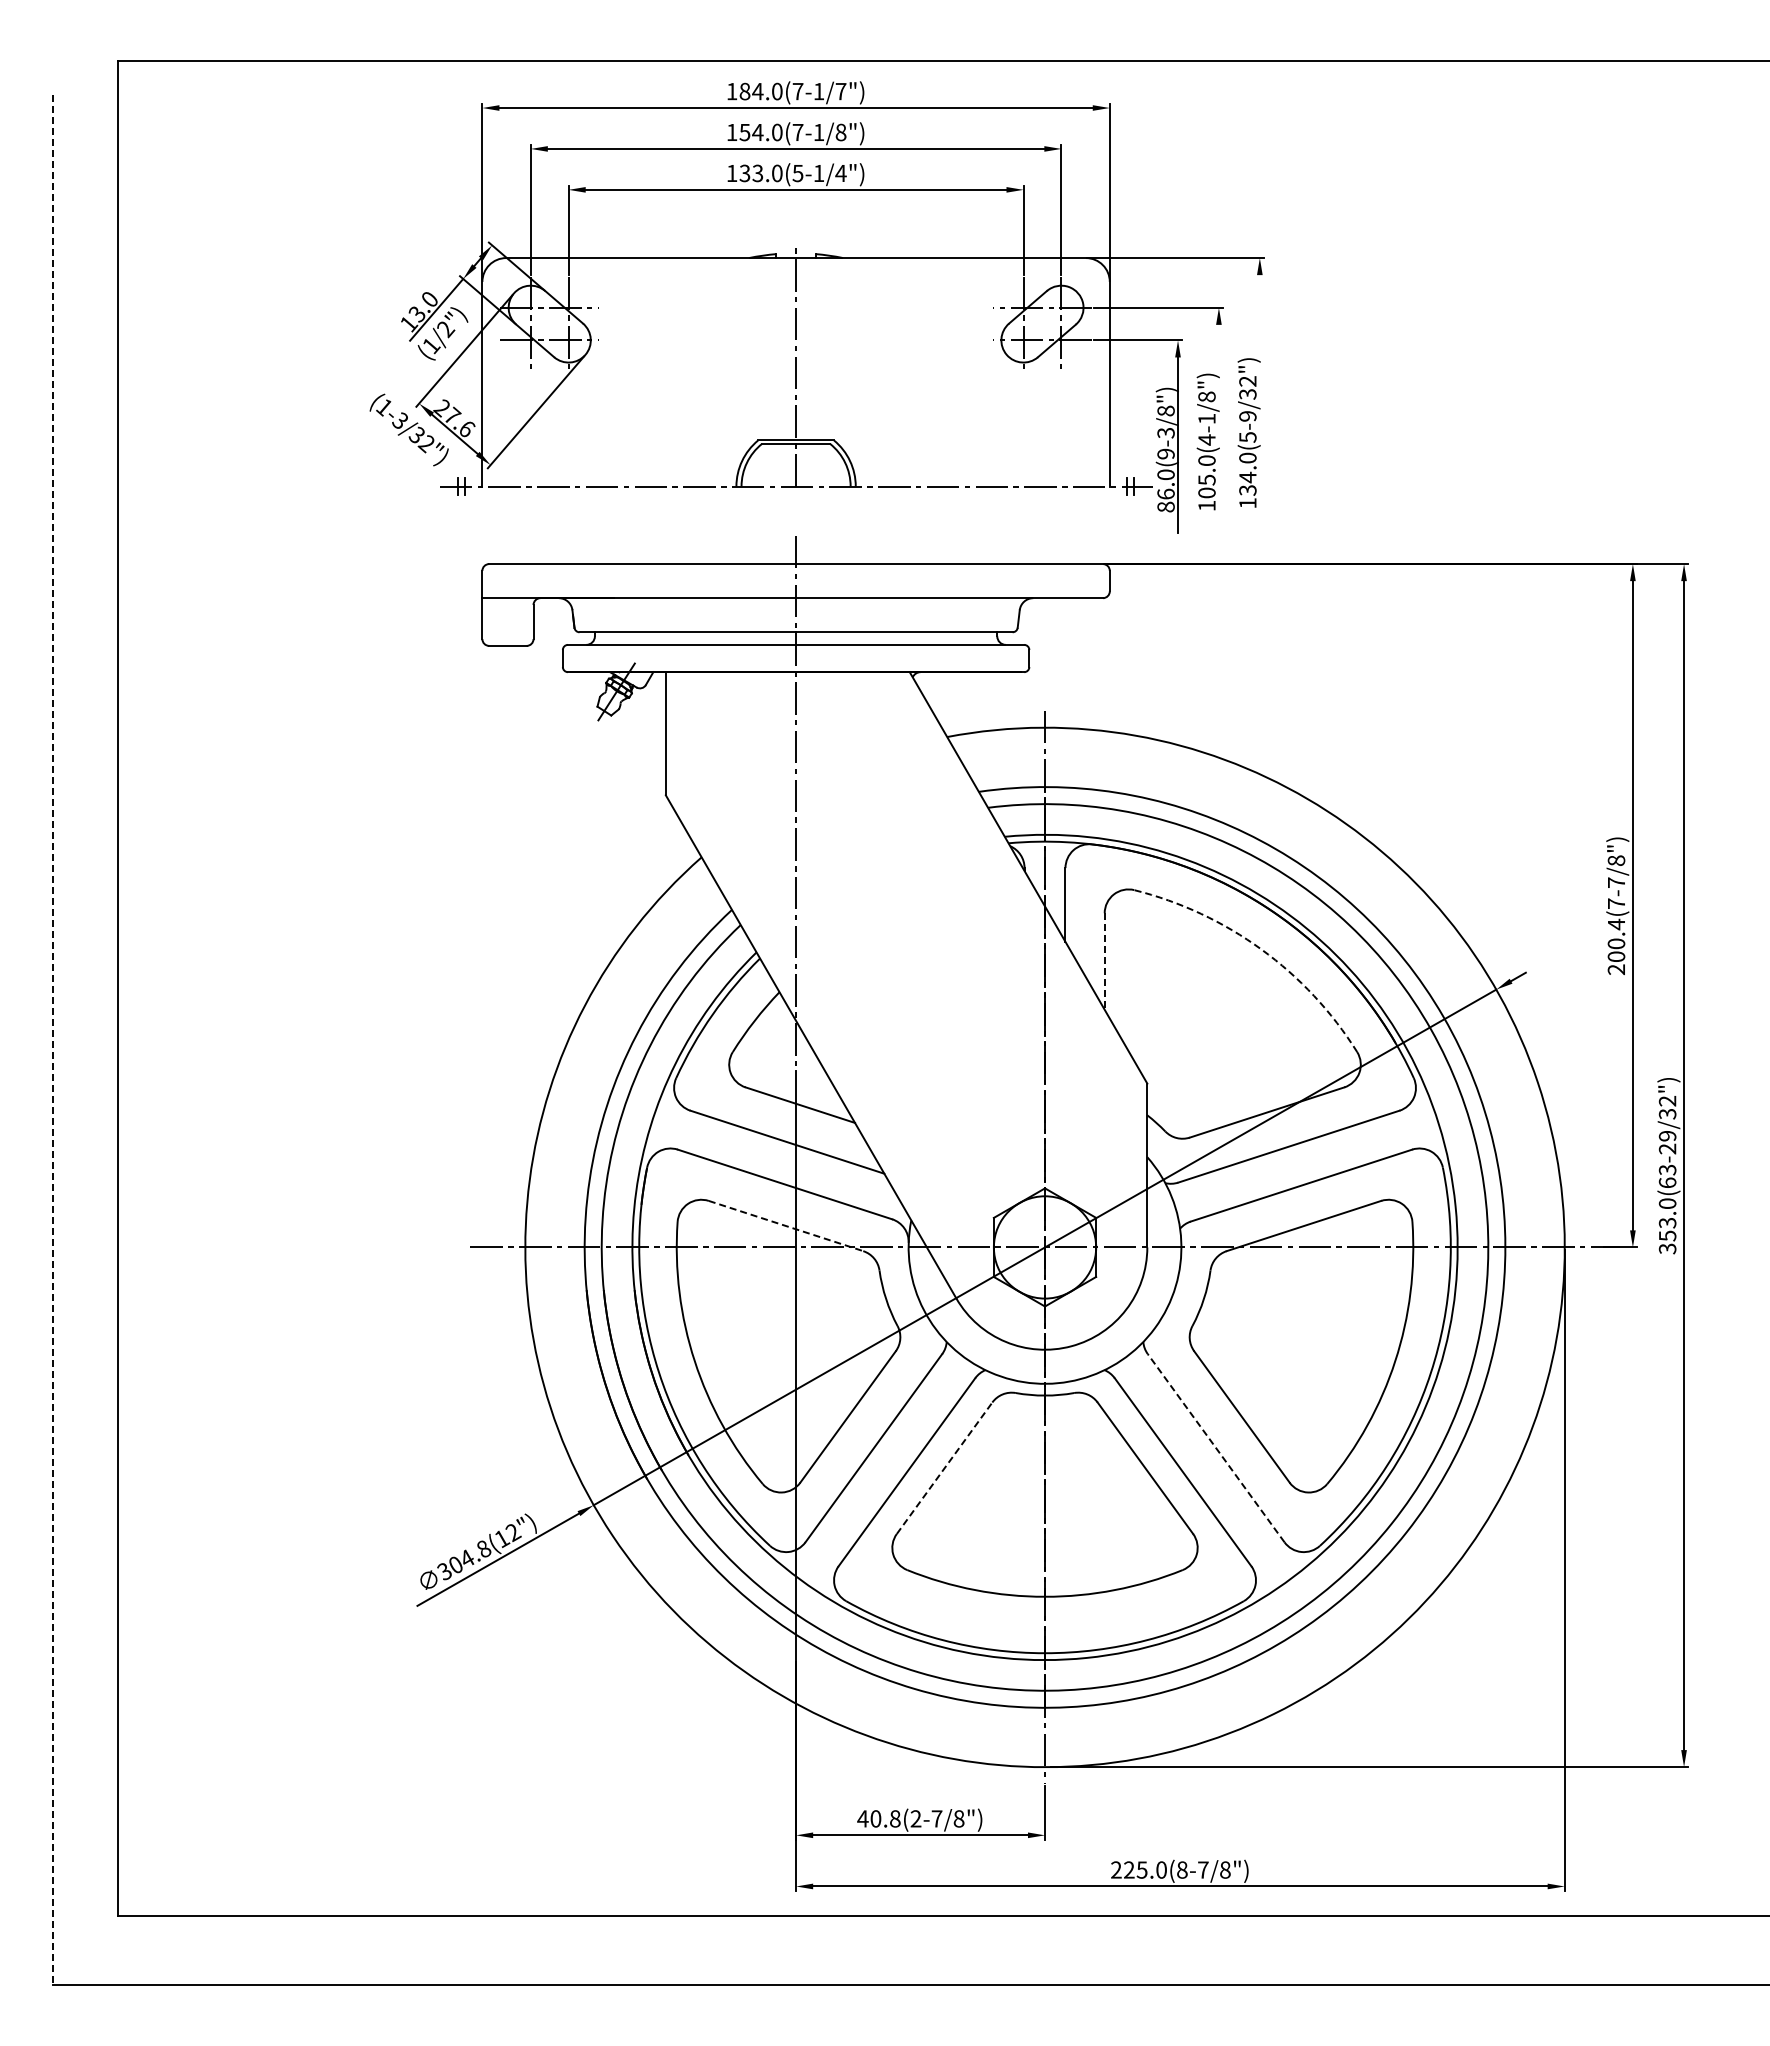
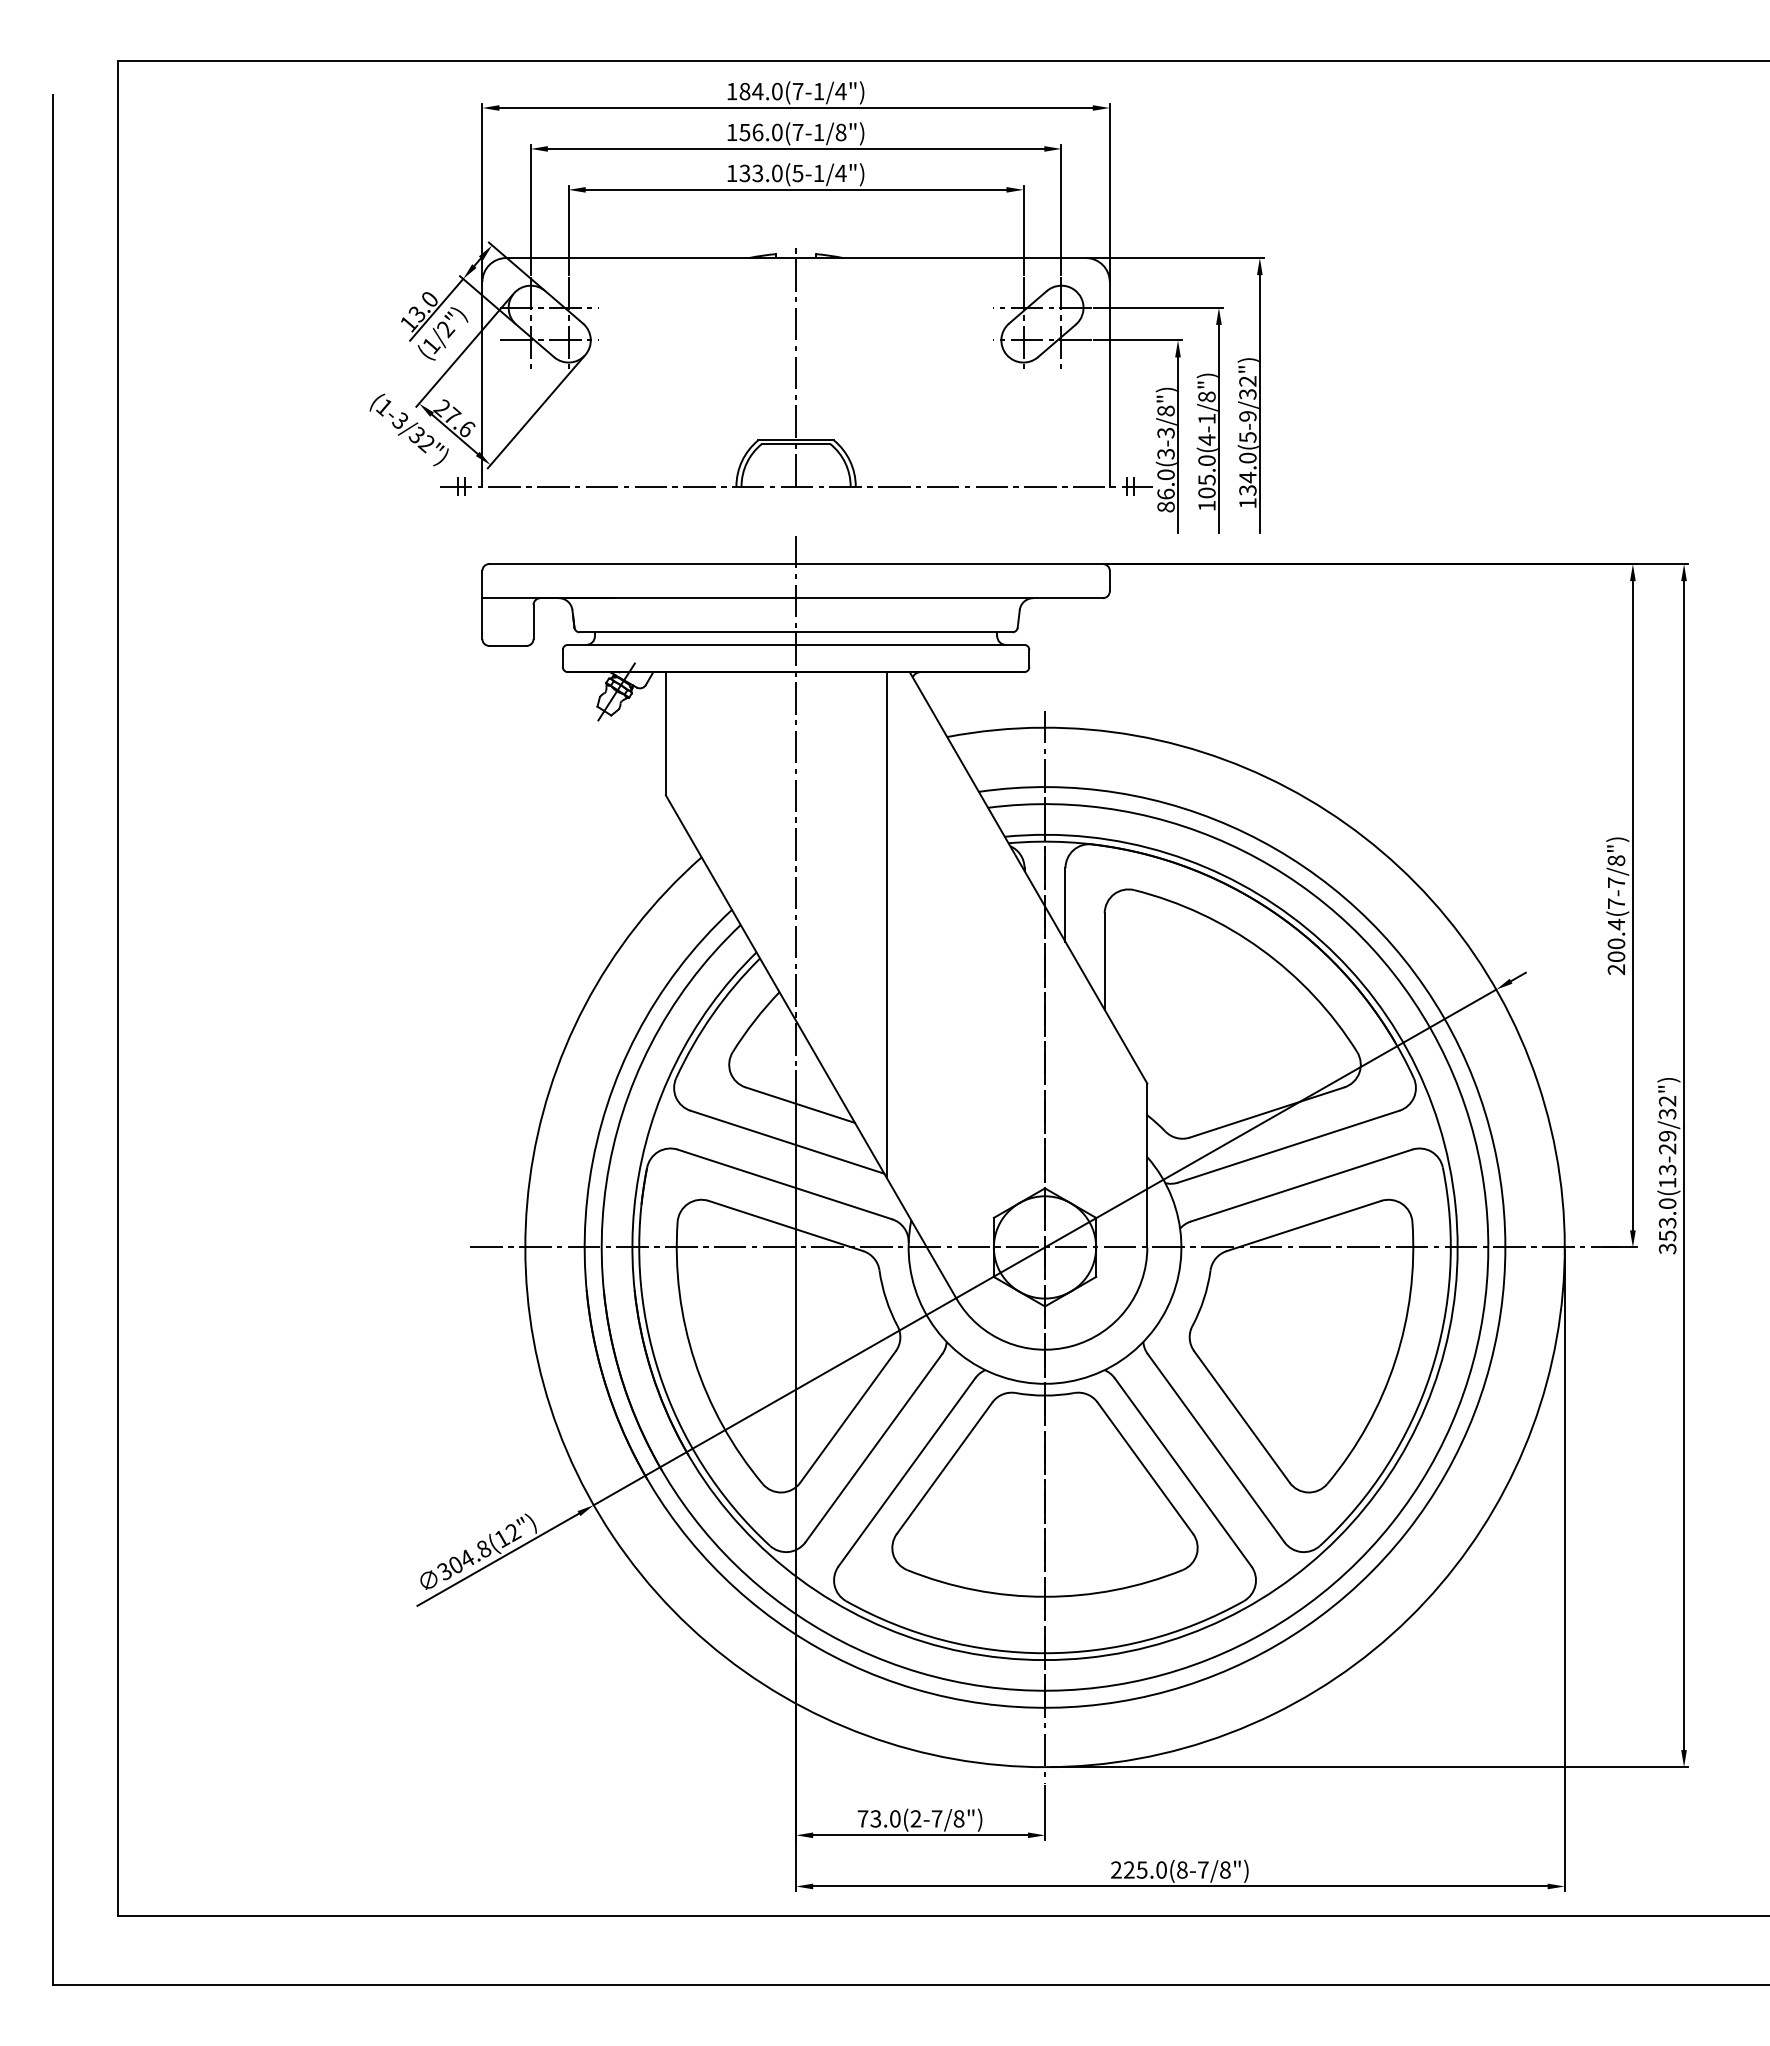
text at (840, 91): 184.0(7-1/7") -> 184.0(7-1/4")
text at (757, 132): 154.0(7-1/8") -> 156.0(7-1/8")
line at (1259, 404): none -> present
line at (1218, 428): none -> present
text at (1165, 453): 86.0(9-3/8") -> 86.0(3-3/8")
line at (886, 924): none -> present
arc at (1261, 949): dashed -> solid
line at (1104, 962): dashed -> solid
line at (52, 1040): dashed -> solid
text at (1667, 1182): 353.0(63-29/32") -> 353.0(13-29/32")
line at (786, 1226): dashed -> solid
line at (1215, 1447): dashed -> solid
line at (944, 1467): dashed -> solid
text at (878, 1818): 40.8(2-7/8") -> 73.0(2-7/8")
